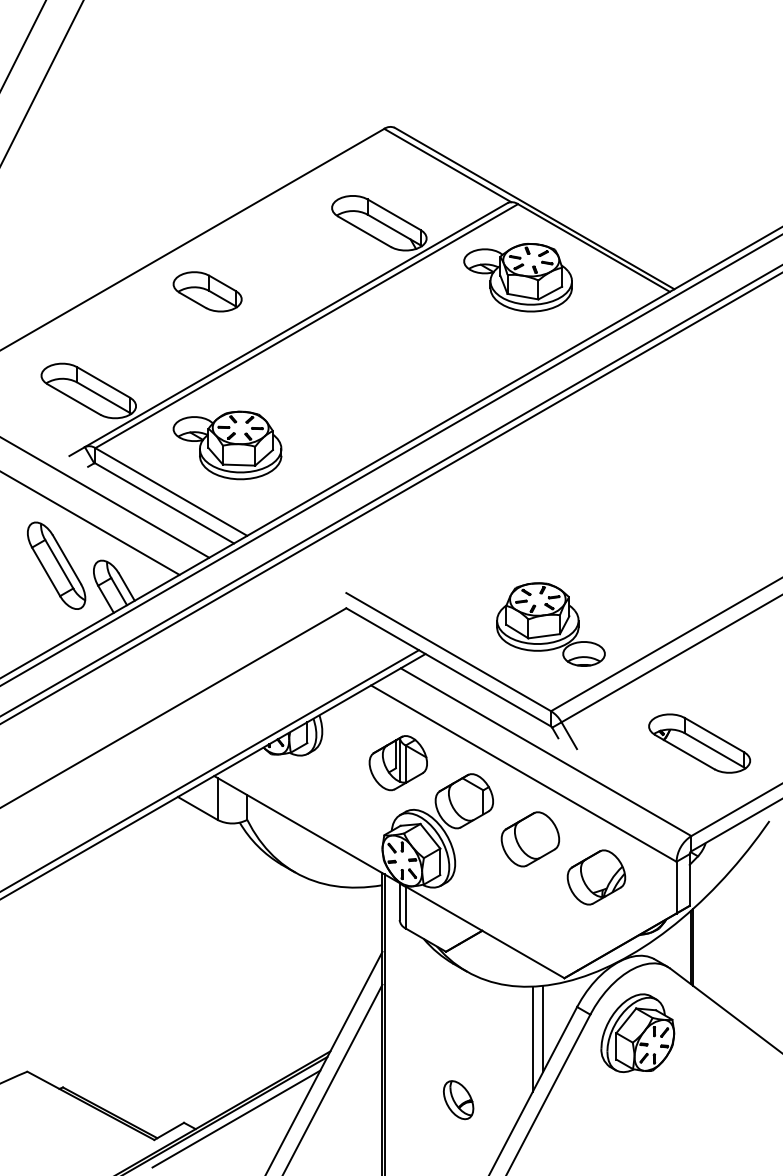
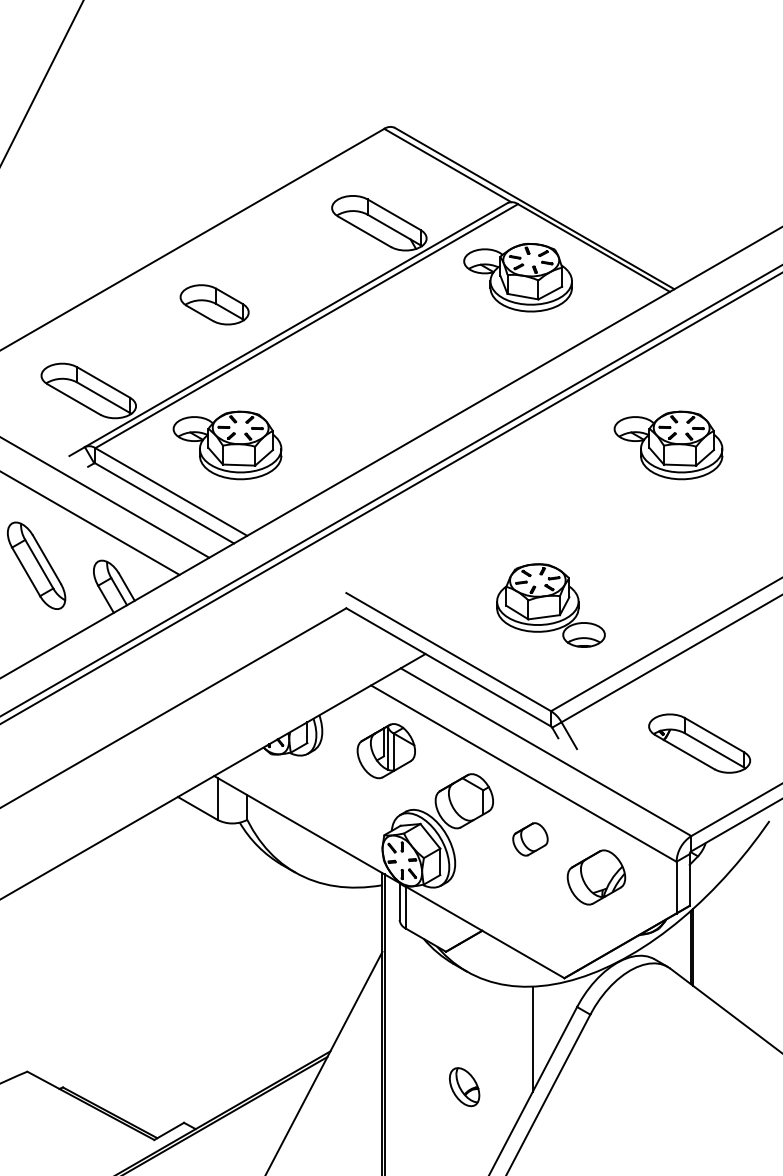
line at (23, 44): present -> none
part at (207, 291) position: (207, 291) -> (214, 304)
part at (668, 445): none -> present
line at (390, 460): present -> none
part at (56, 565) position: (56, 565) -> (36, 565)
part at (550, 624) position: (550, 624) -> (550, 605)
part at (397, 763) position: (397, 763) -> (385, 751)
line at (210, 770): present -> none
part at (530, 839) size: 61x57 px -> 37x35 px
line at (543, 1028): present -> none
part at (637, 1032): present -> none
line at (333, 1078): present -> none
part at (458, 1100) position: (458, 1100) -> (464, 1087)
line at (236, 1118): present -> none
